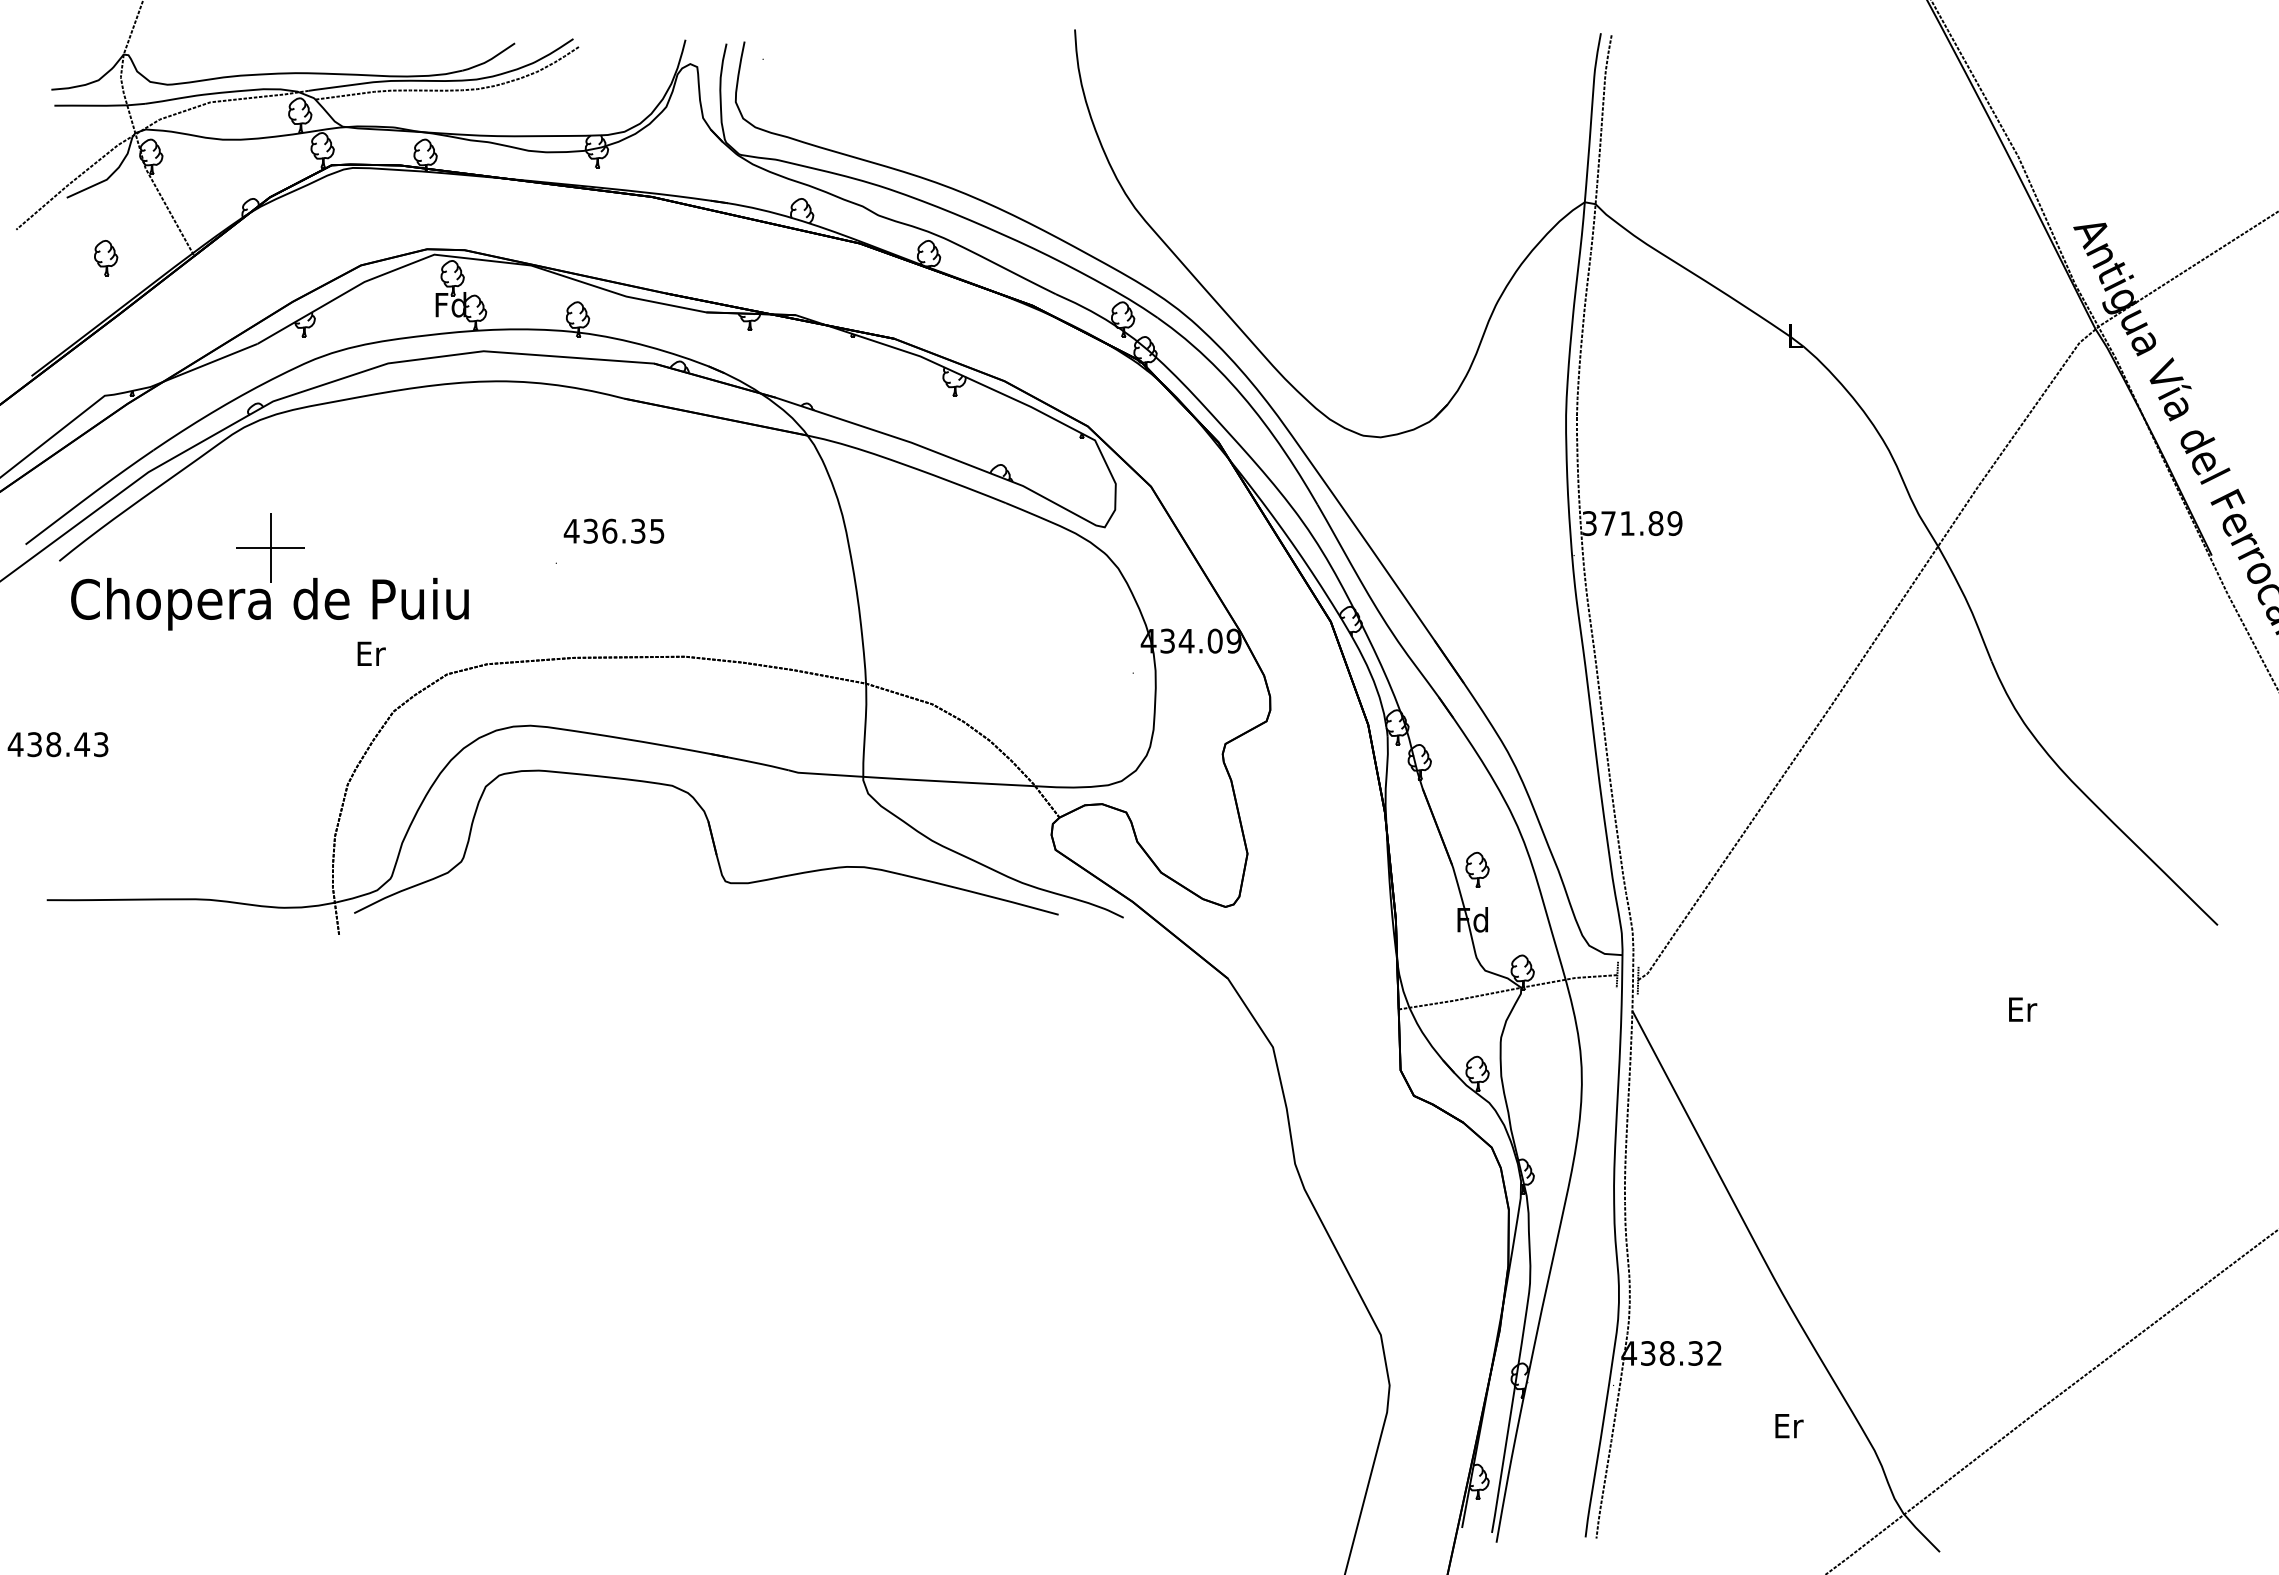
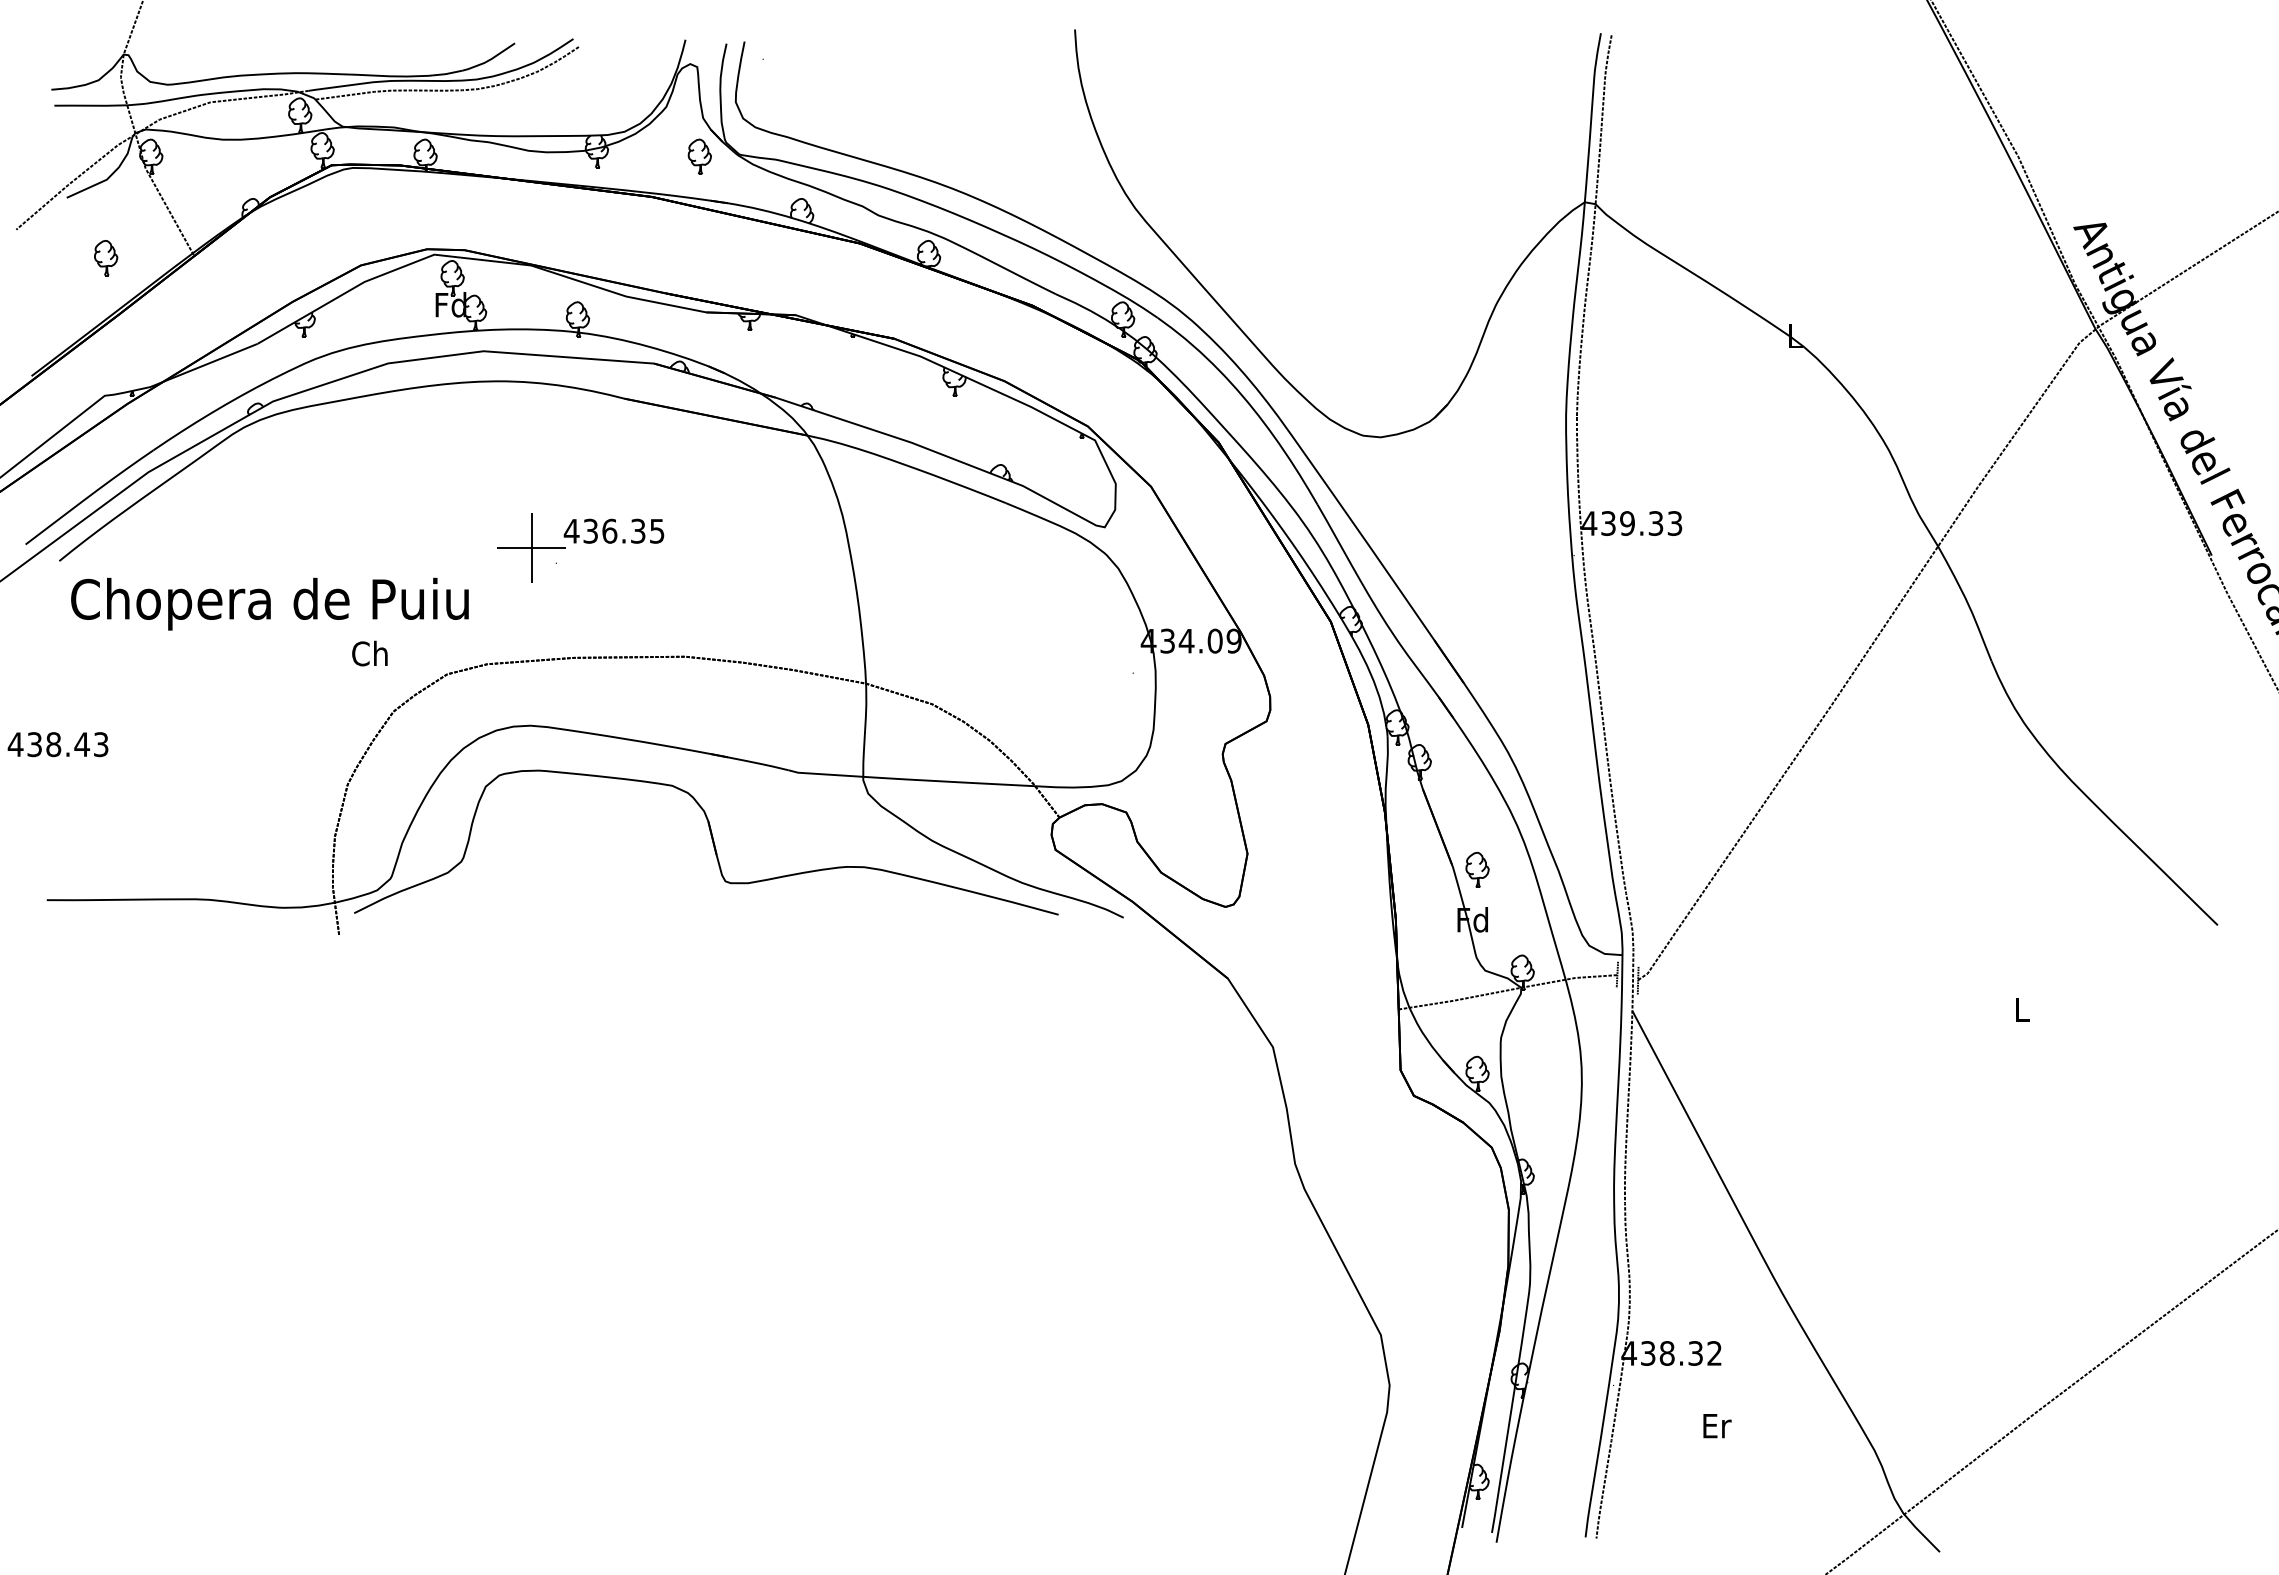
part at (699, 156): none -> present
text at (1631, 523): 371.89 -> 439.33
part at (270, 547) position: (270, 547) -> (531, 547)
text at (369, 653): Er -> Ch
text at (2023, 1009): Er -> L
text at (1789, 1426) position: (1789, 1426) -> (1717, 1426)
